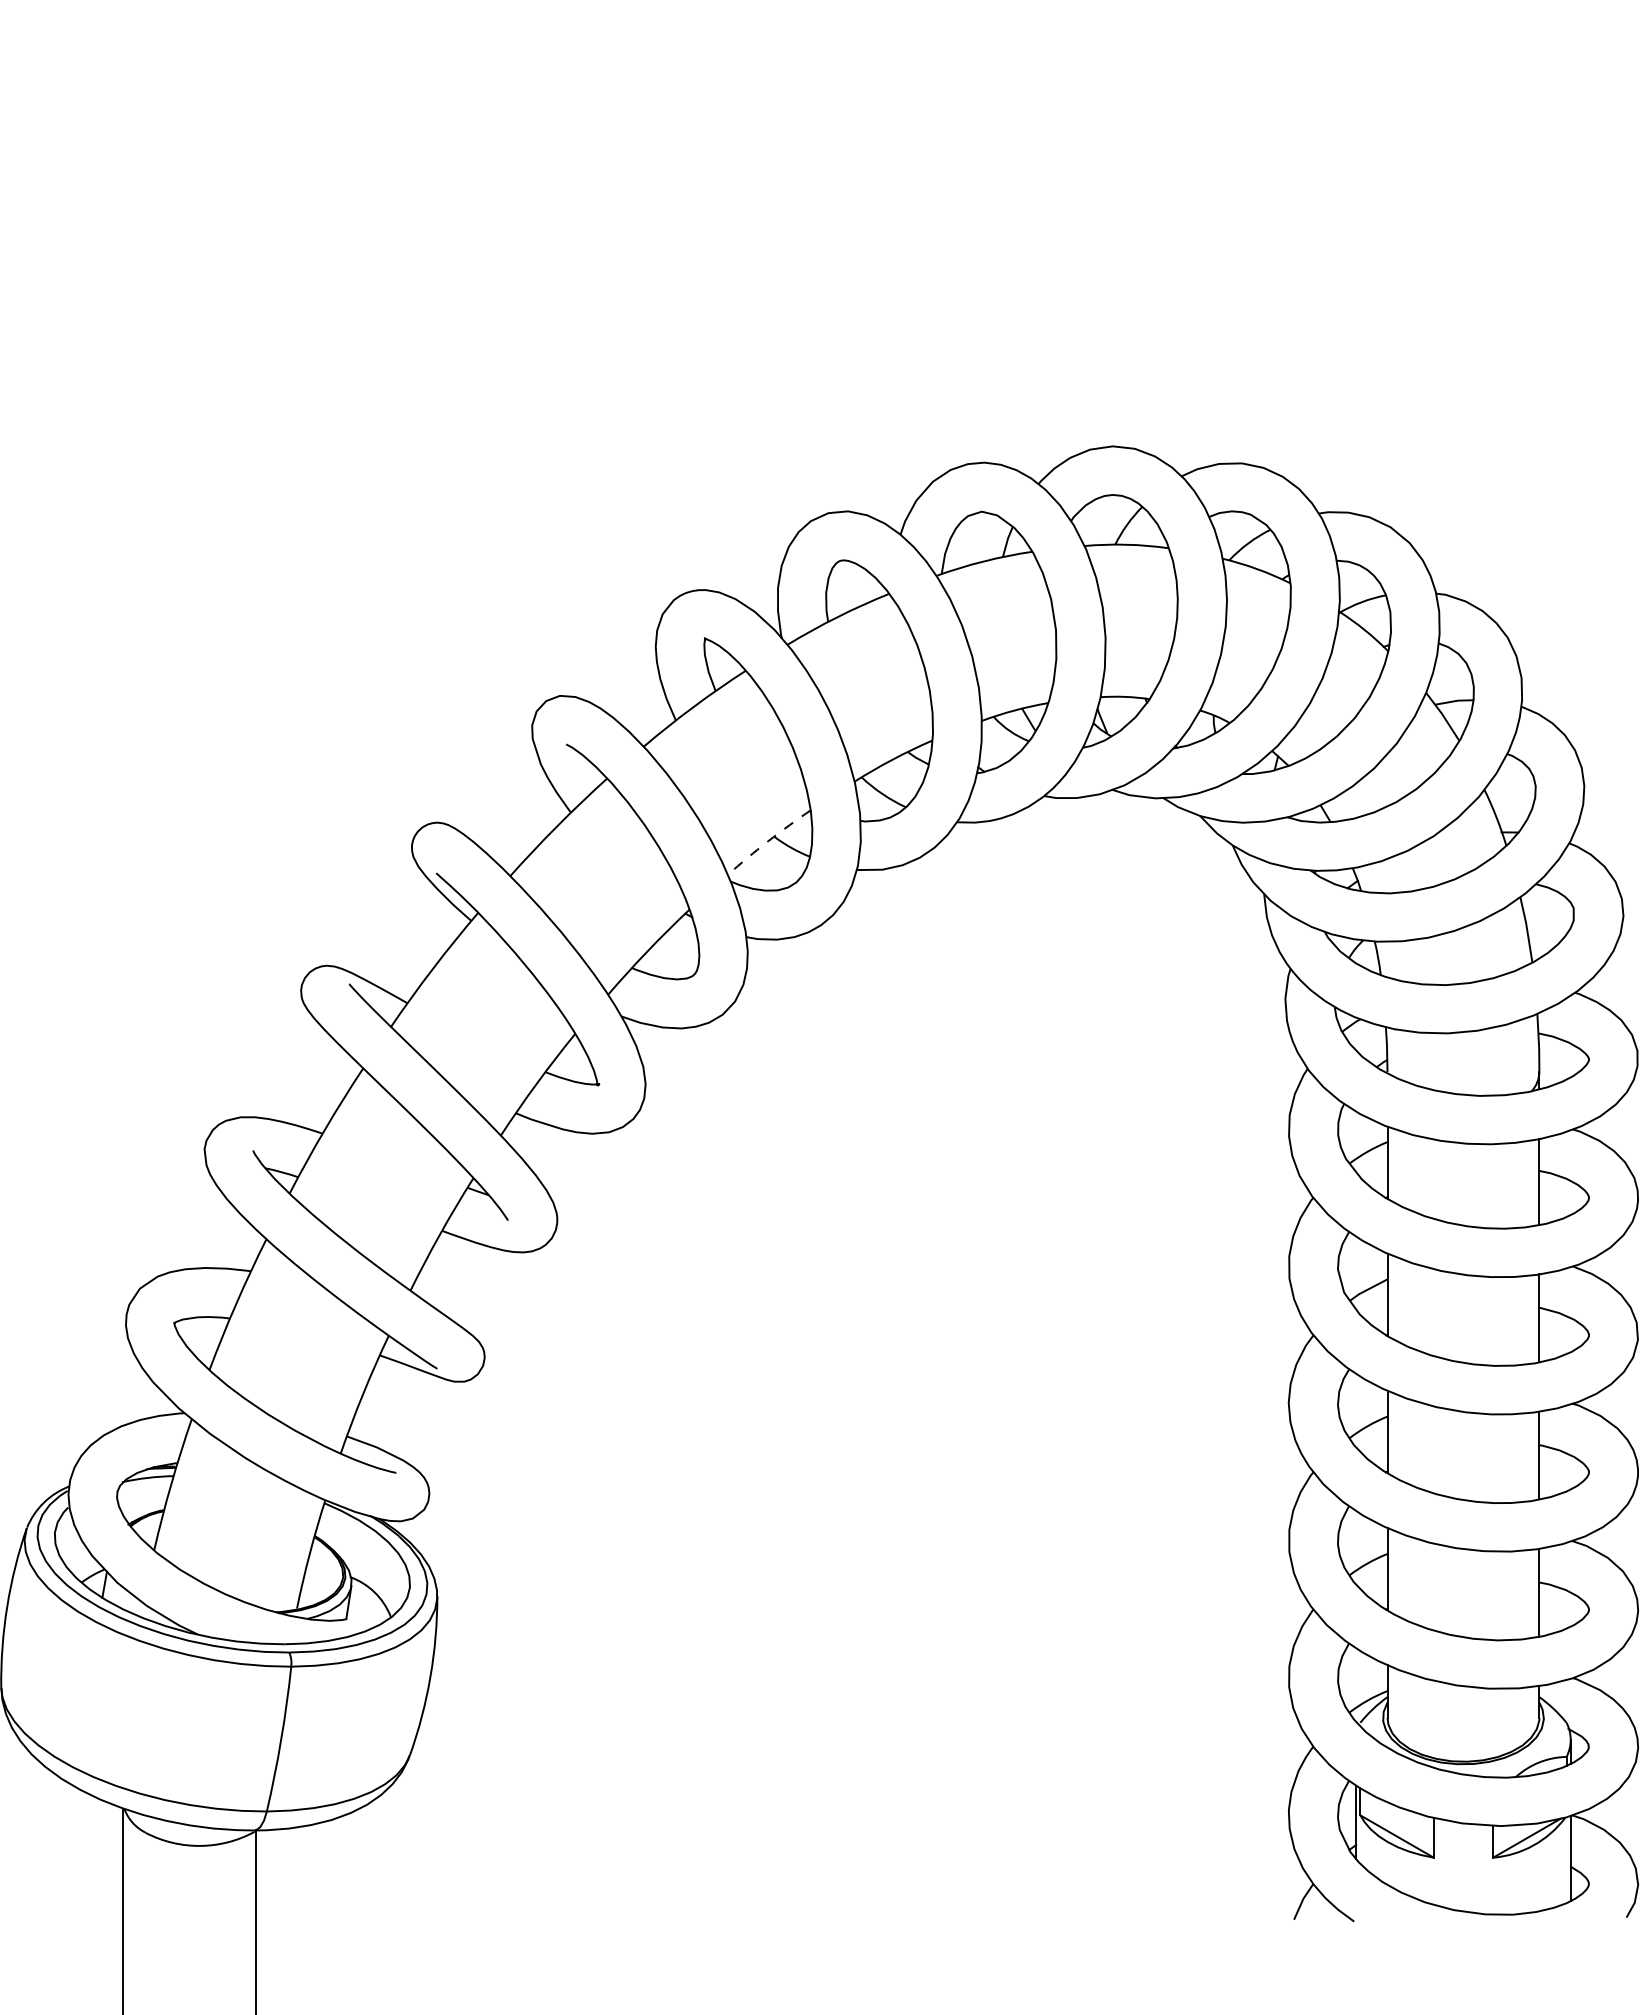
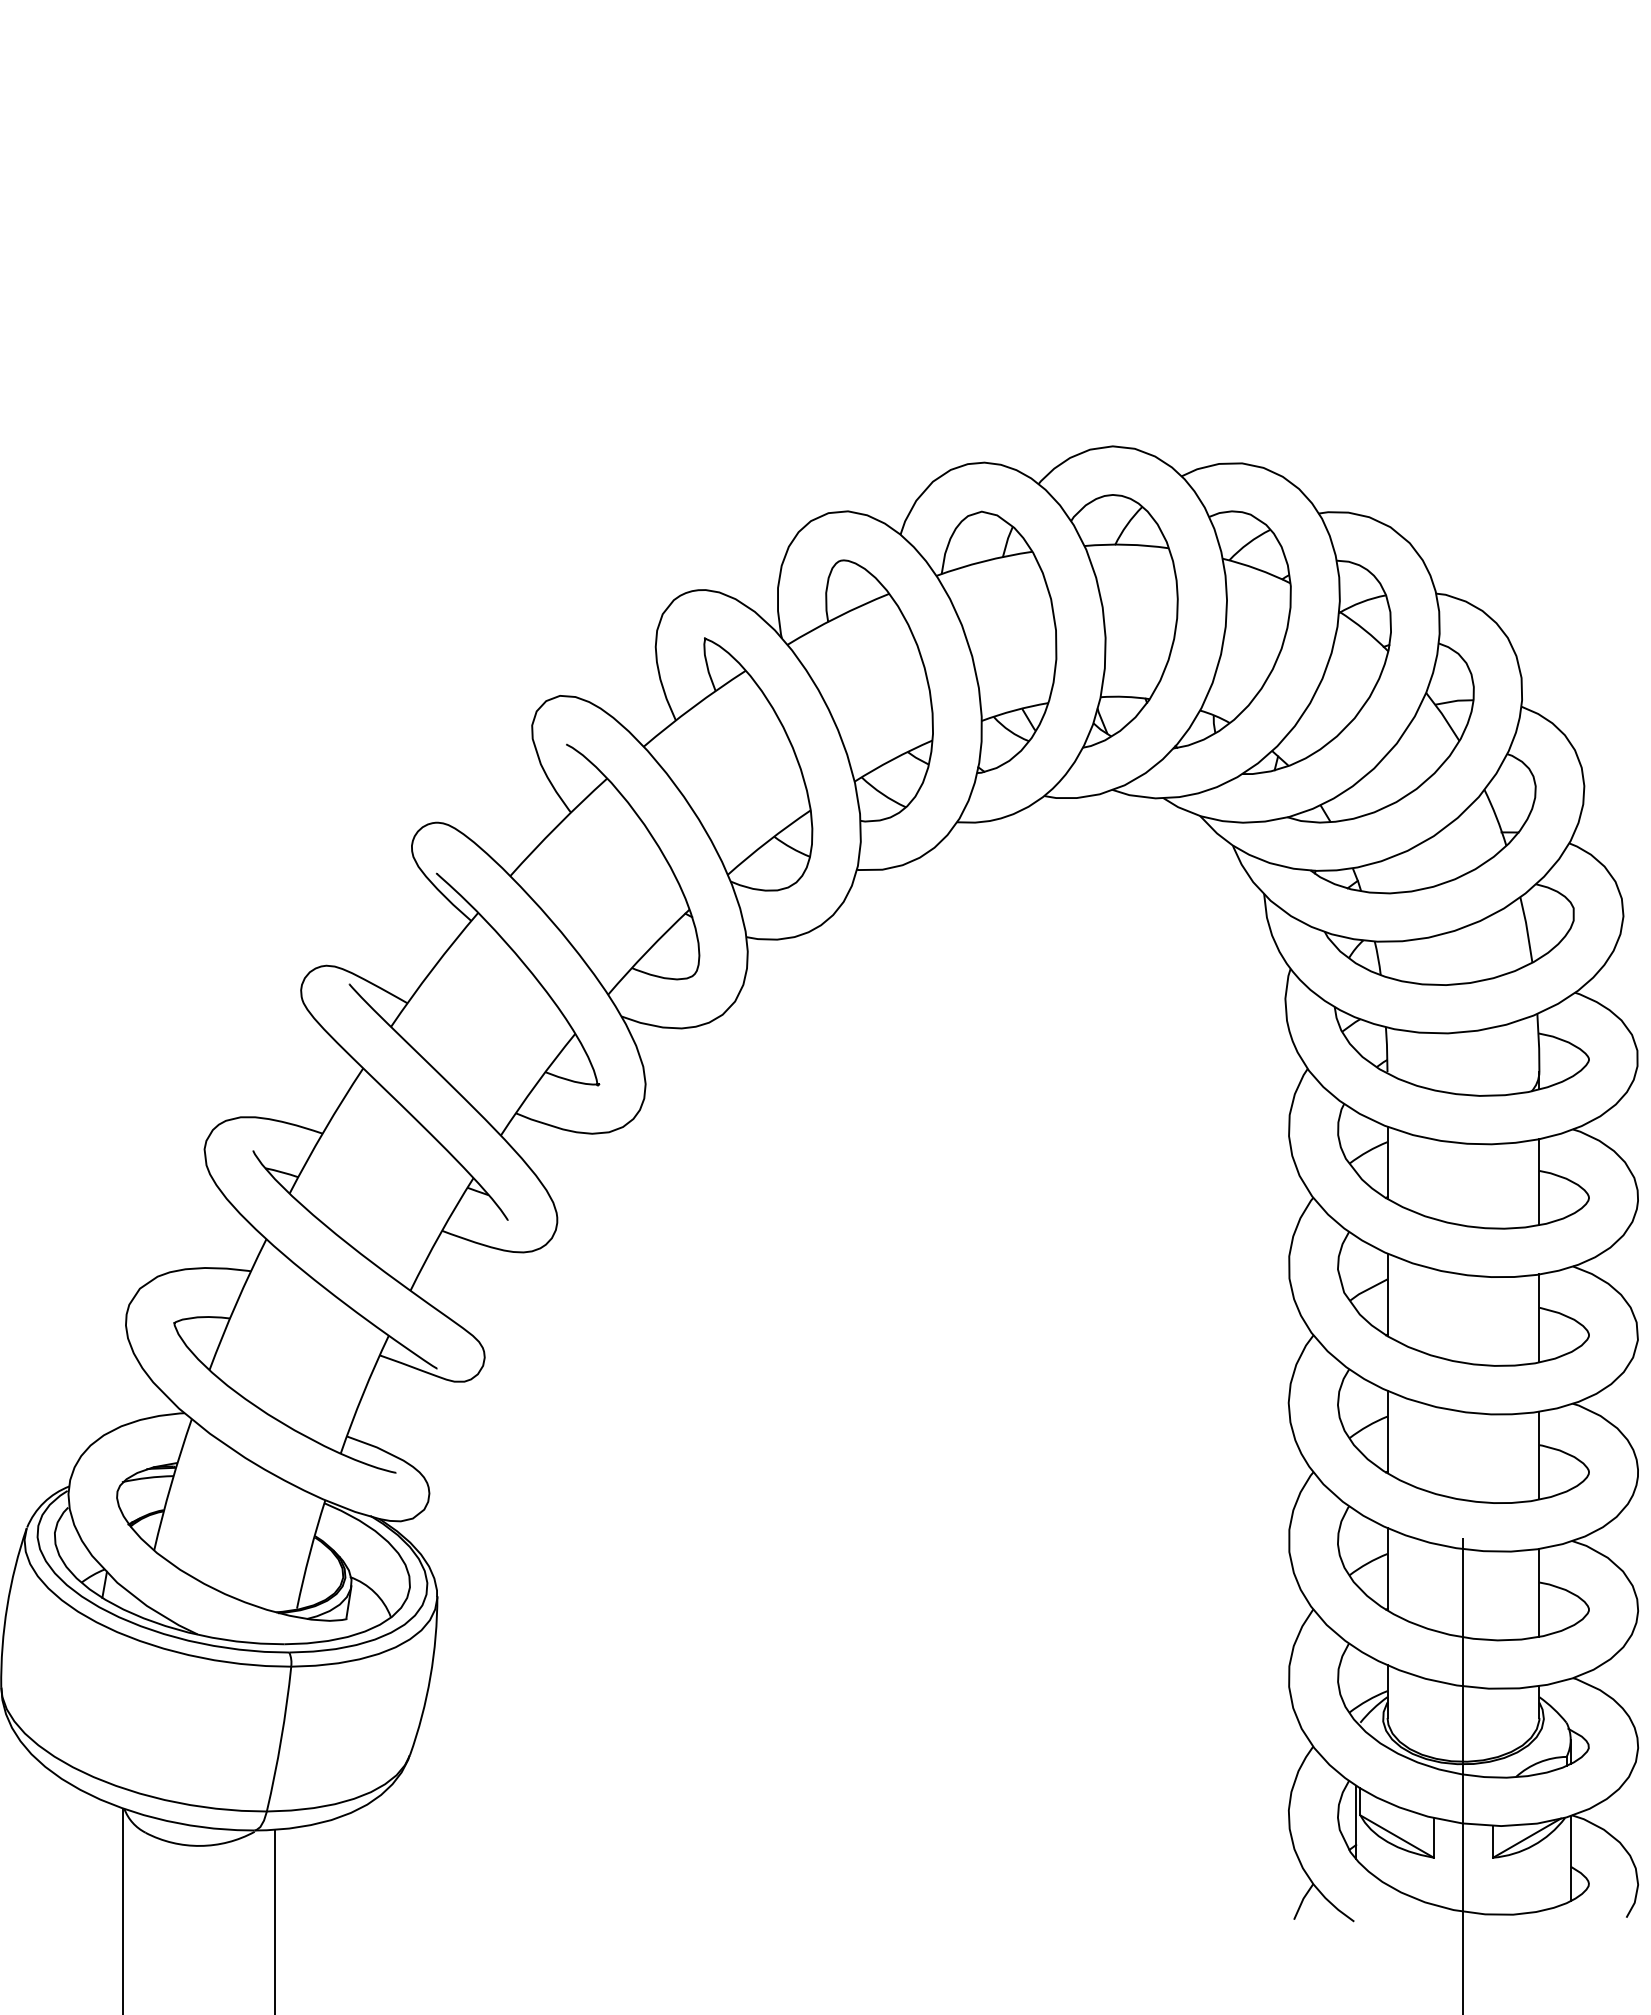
arc at (768, 841): dashed -> solid
line at (1463, 1774): none -> present
line at (256, 1920) position: (256, 1920) -> (275, 1920)
